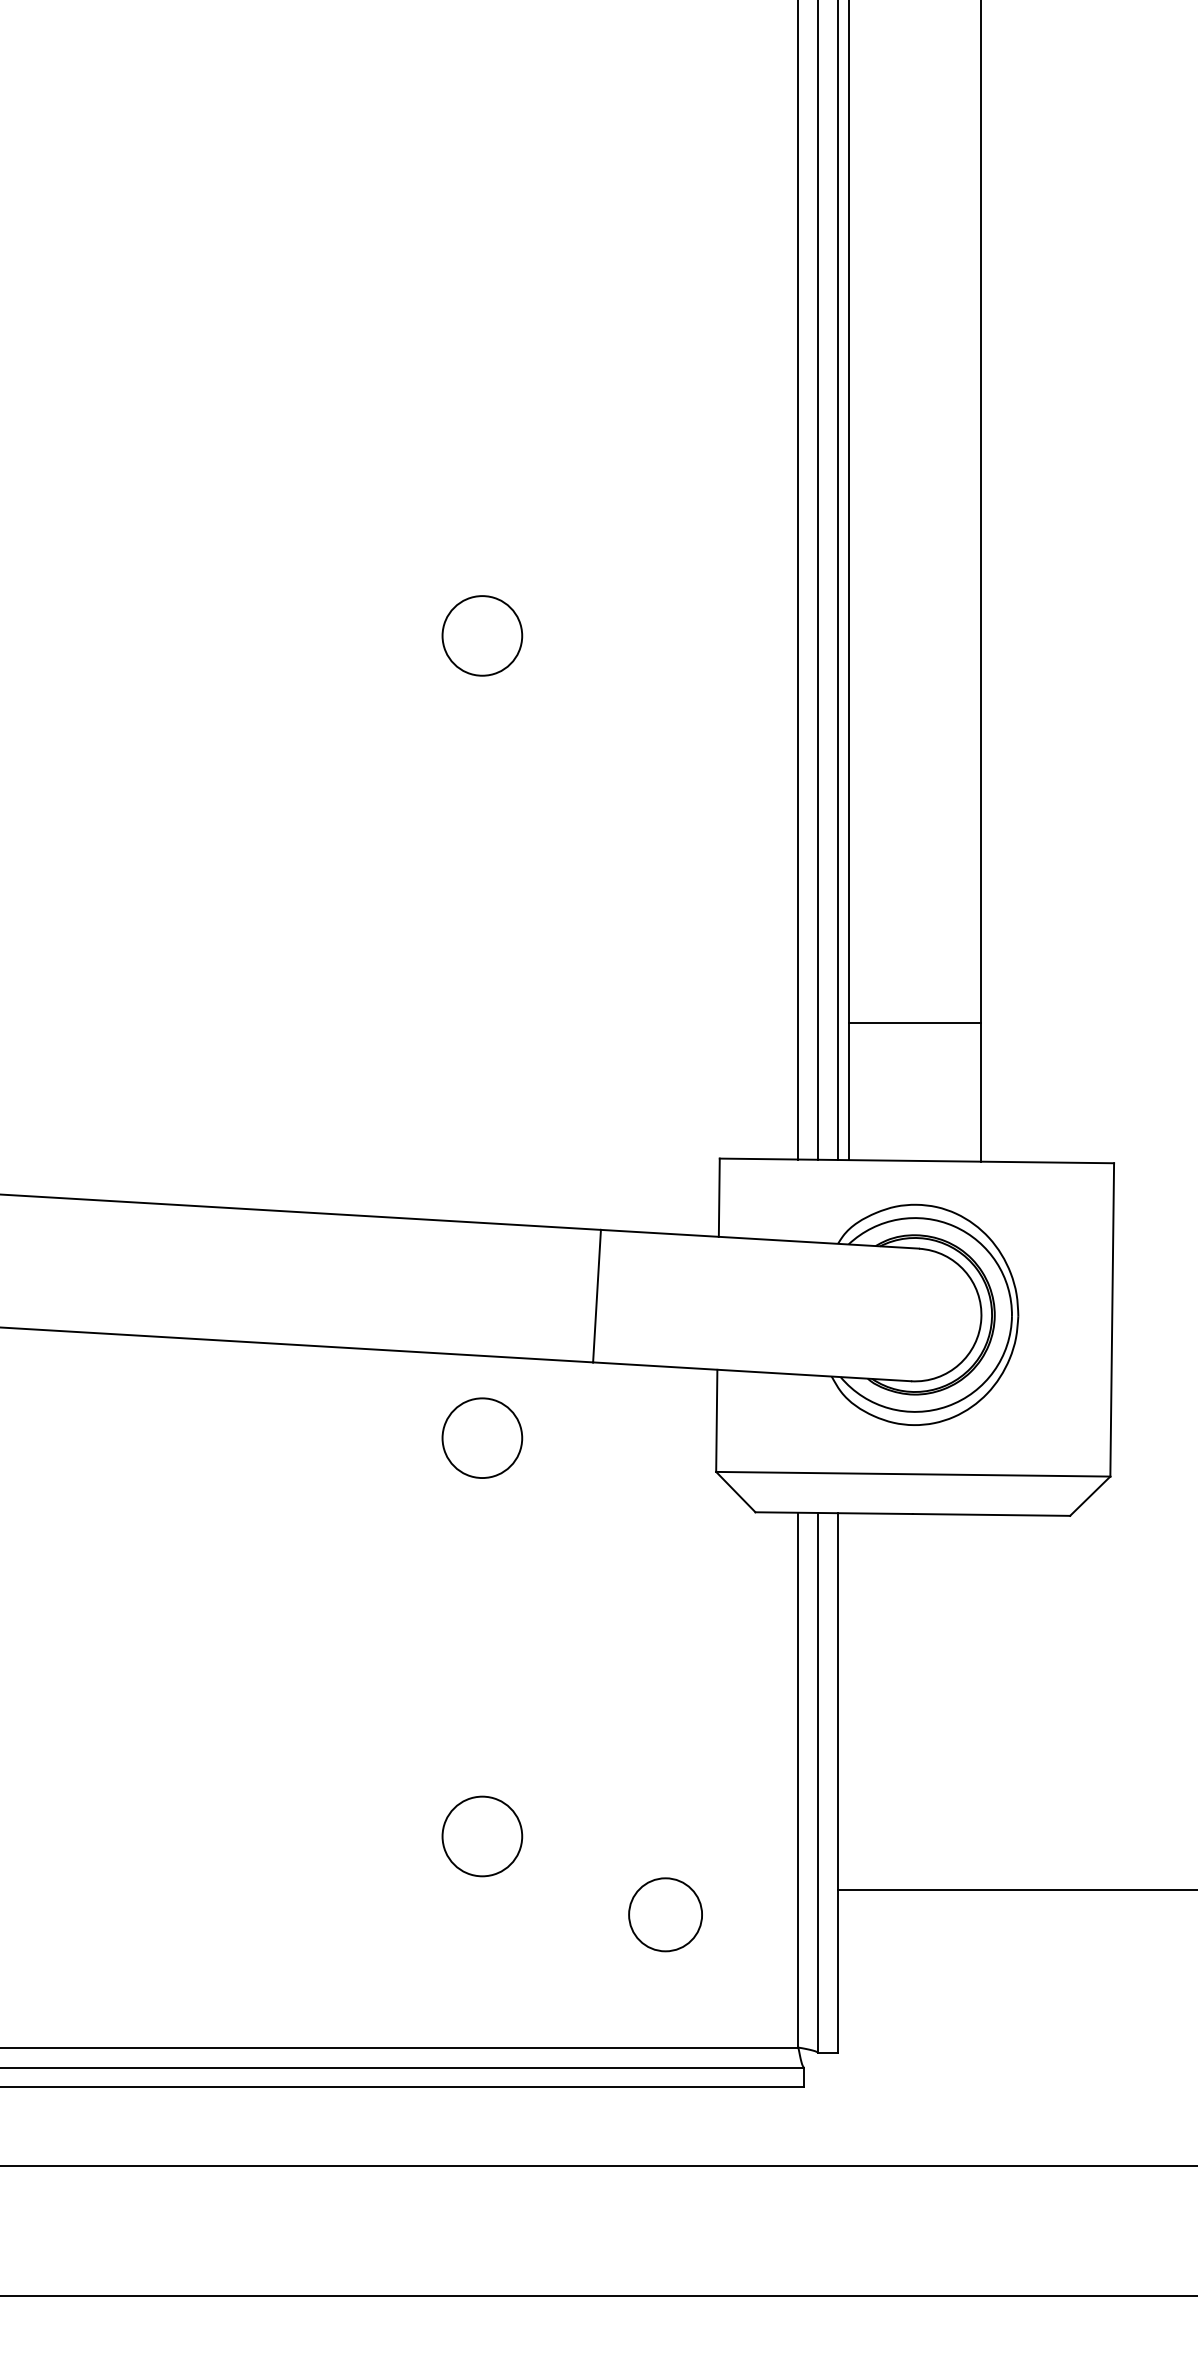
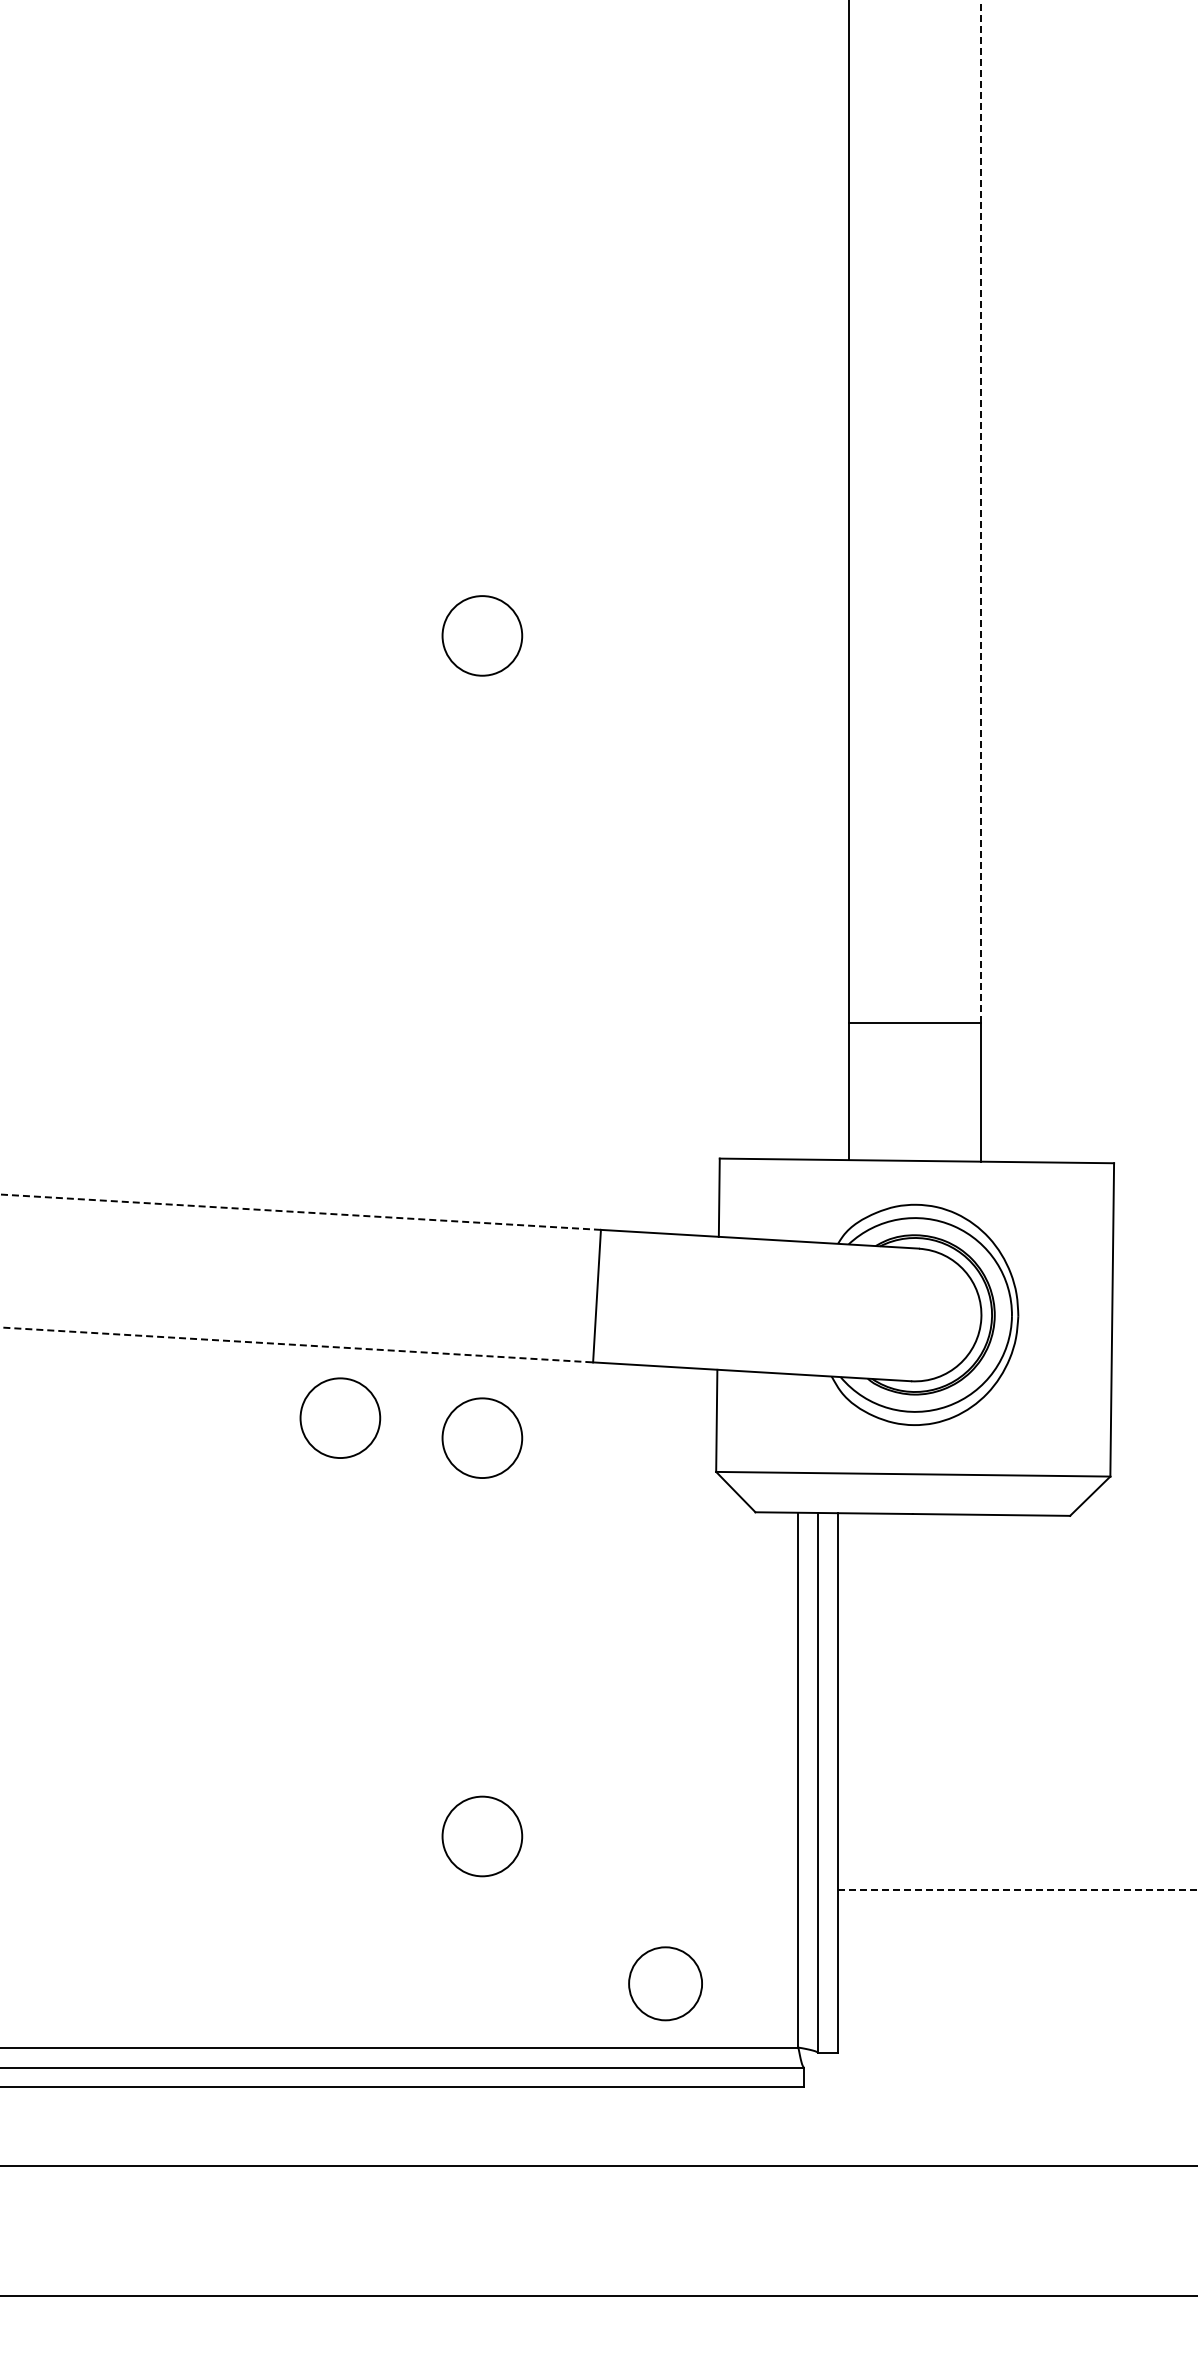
line at (981, 510): solid -> dashed
line at (798, 580): present -> none
line at (818, 580): present -> none
line at (838, 581): present -> none
line at (300, 1212): solid -> dashed
line at (296, 1344): solid -> dashed
circle at (340, 1417): none -> present
line at (1018, 1889): solid -> dashed
circle at (665, 1914) position: (665, 1914) -> (665, 1983)
